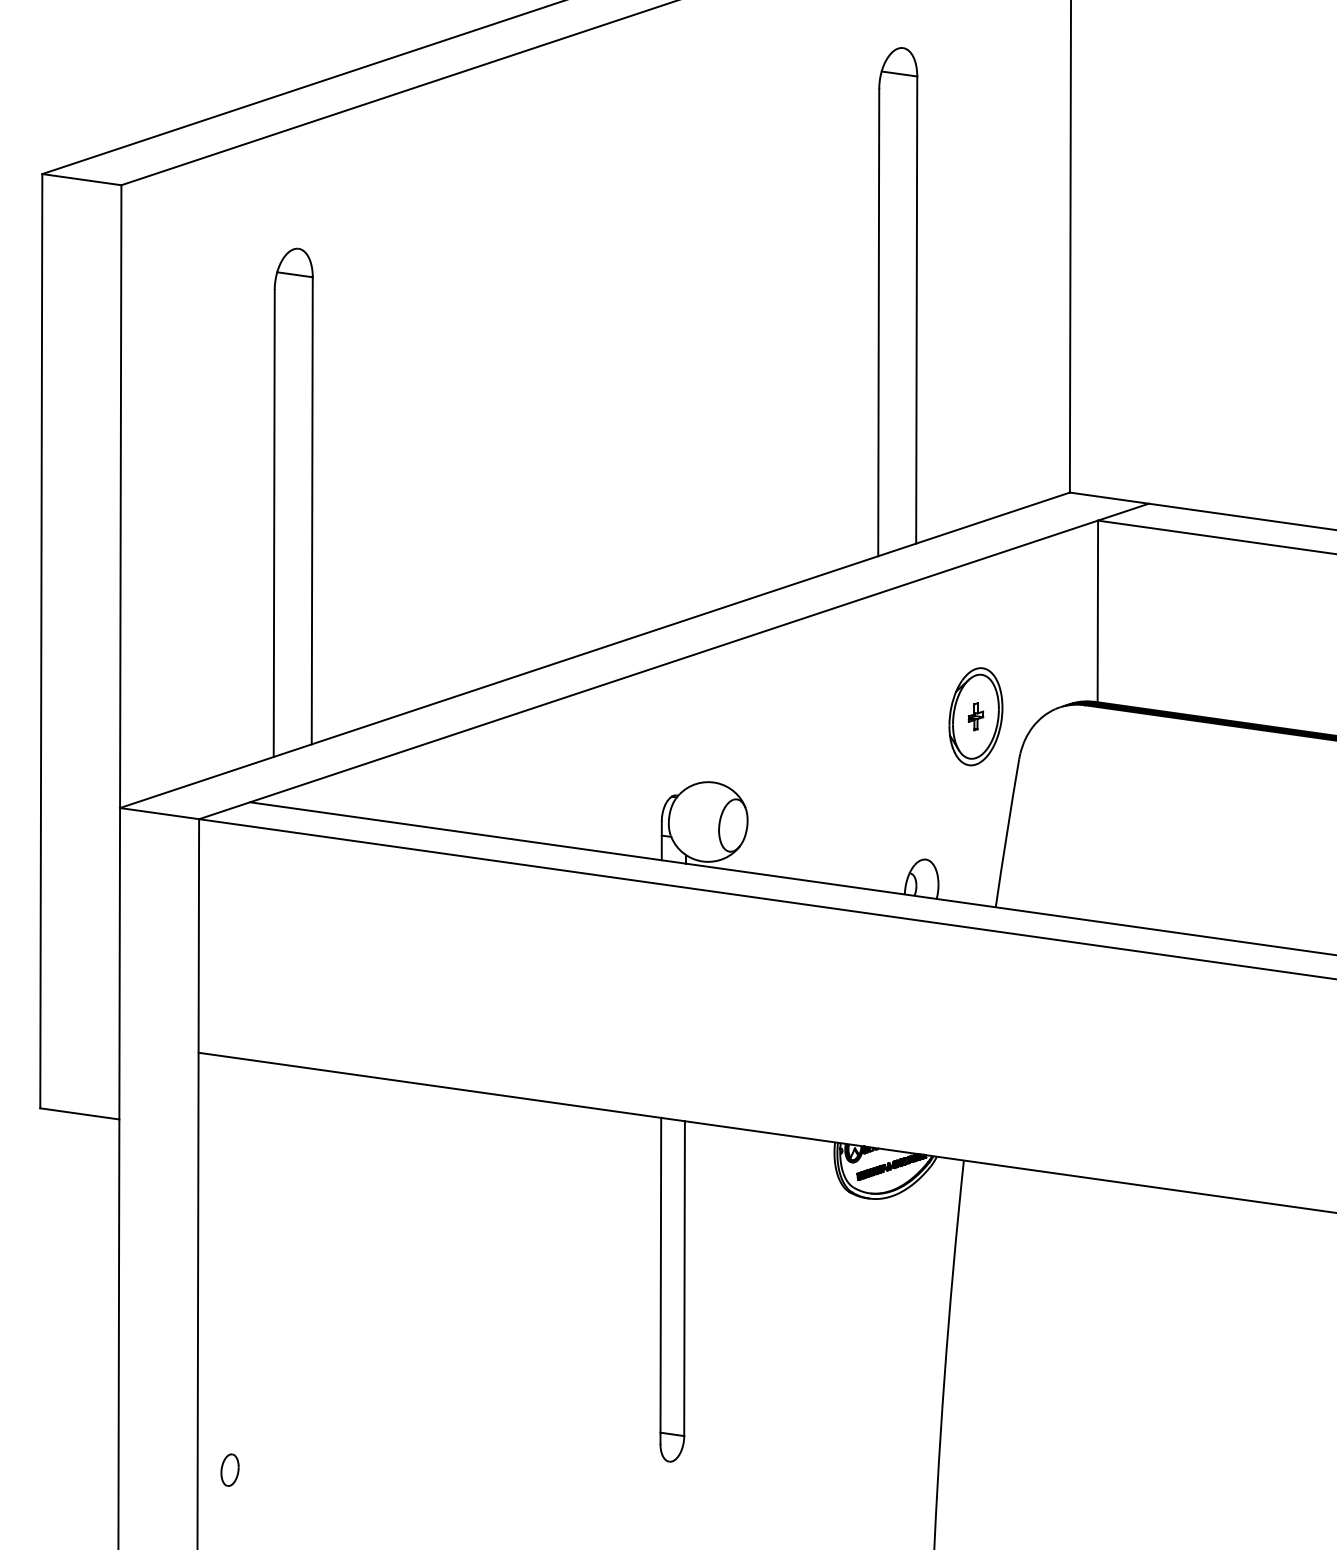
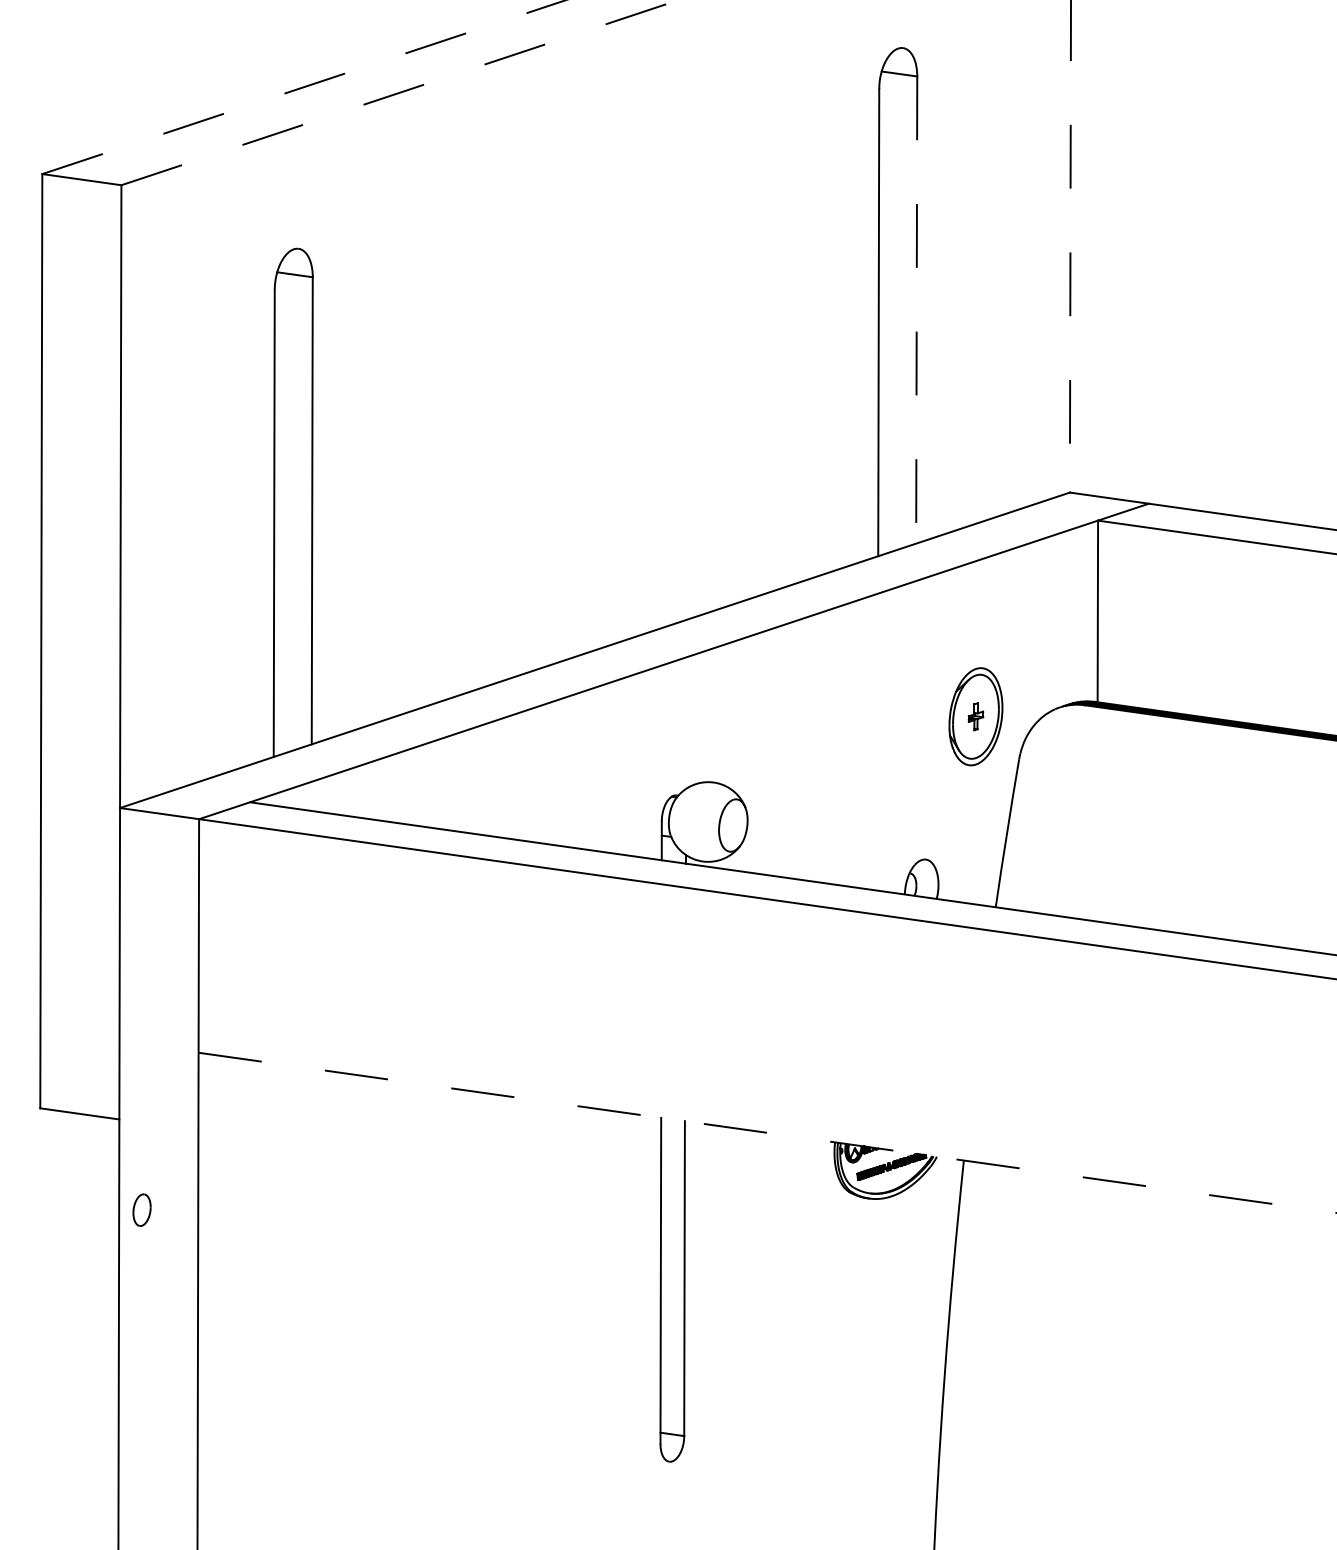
line at (304, 87): solid -> dashed
line at (400, 92): solid -> dashed
line at (1070, 246): solid -> dashed
line at (916, 310): solid -> dashed
line at (767, 1132): solid -> dashed
part at (229, 1469) position: (229, 1469) -> (141, 1209)
